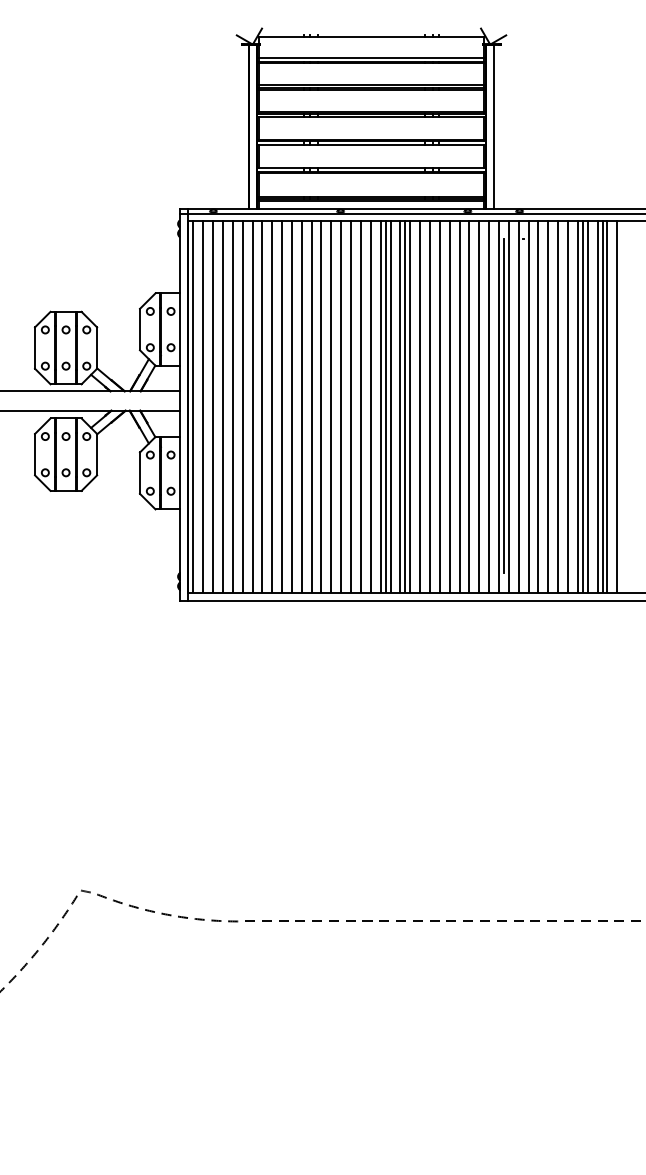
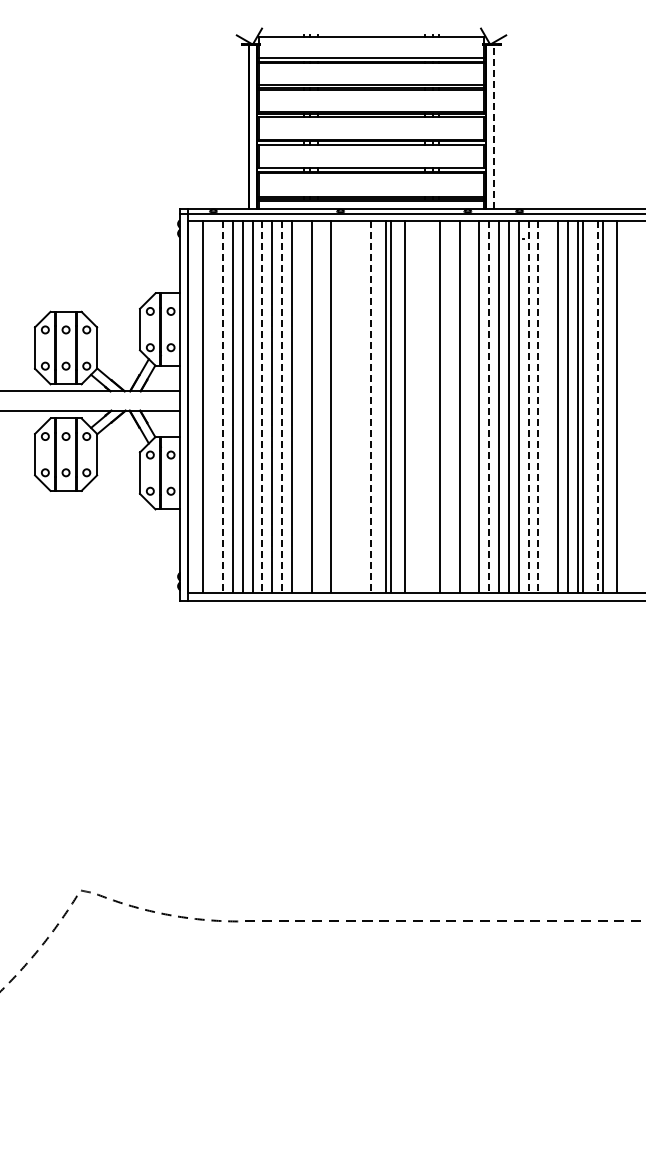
line at (493, 126): solid -> dashed
line at (503, 405): present -> none
line at (193, 406): present -> none
line at (213, 406): present -> none
line at (222, 406): solid -> dashed
line at (262, 406): solid -> dashed
line at (282, 406): solid -> dashed
line at (301, 406): present -> none
line at (321, 406): present -> none
line at (341, 406): present -> none
line at (351, 406): present -> none
line at (360, 406): present -> none
line at (370, 406): solid -> dashed
line at (380, 406): present -> none
line at (400, 406): present -> none
line at (410, 406): present -> none
line at (420, 406): present -> none
line at (430, 406): present -> none
line at (449, 406): present -> none
line at (469, 406): present -> none
line at (489, 406): solid -> dashed
line at (528, 406): solid -> dashed
line at (538, 406): solid -> dashed
line at (548, 406): present -> none
line at (587, 406): present -> none
line at (597, 406): solid -> dashed
line at (607, 406): present -> none
